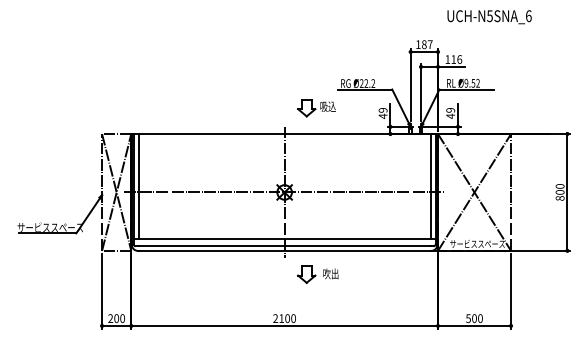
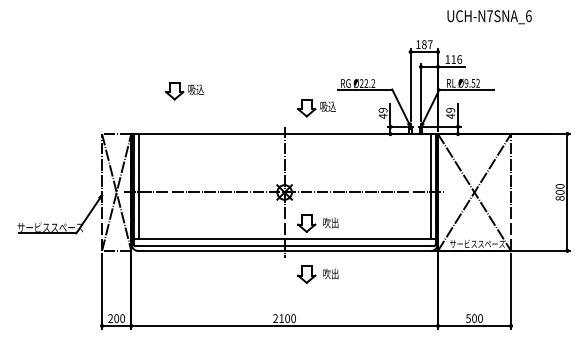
text at (489, 16): UCH-N5SNA_6 -> UCH-N7SNA_6
part at (184, 91): none -> present
part at (317, 223): none -> present
